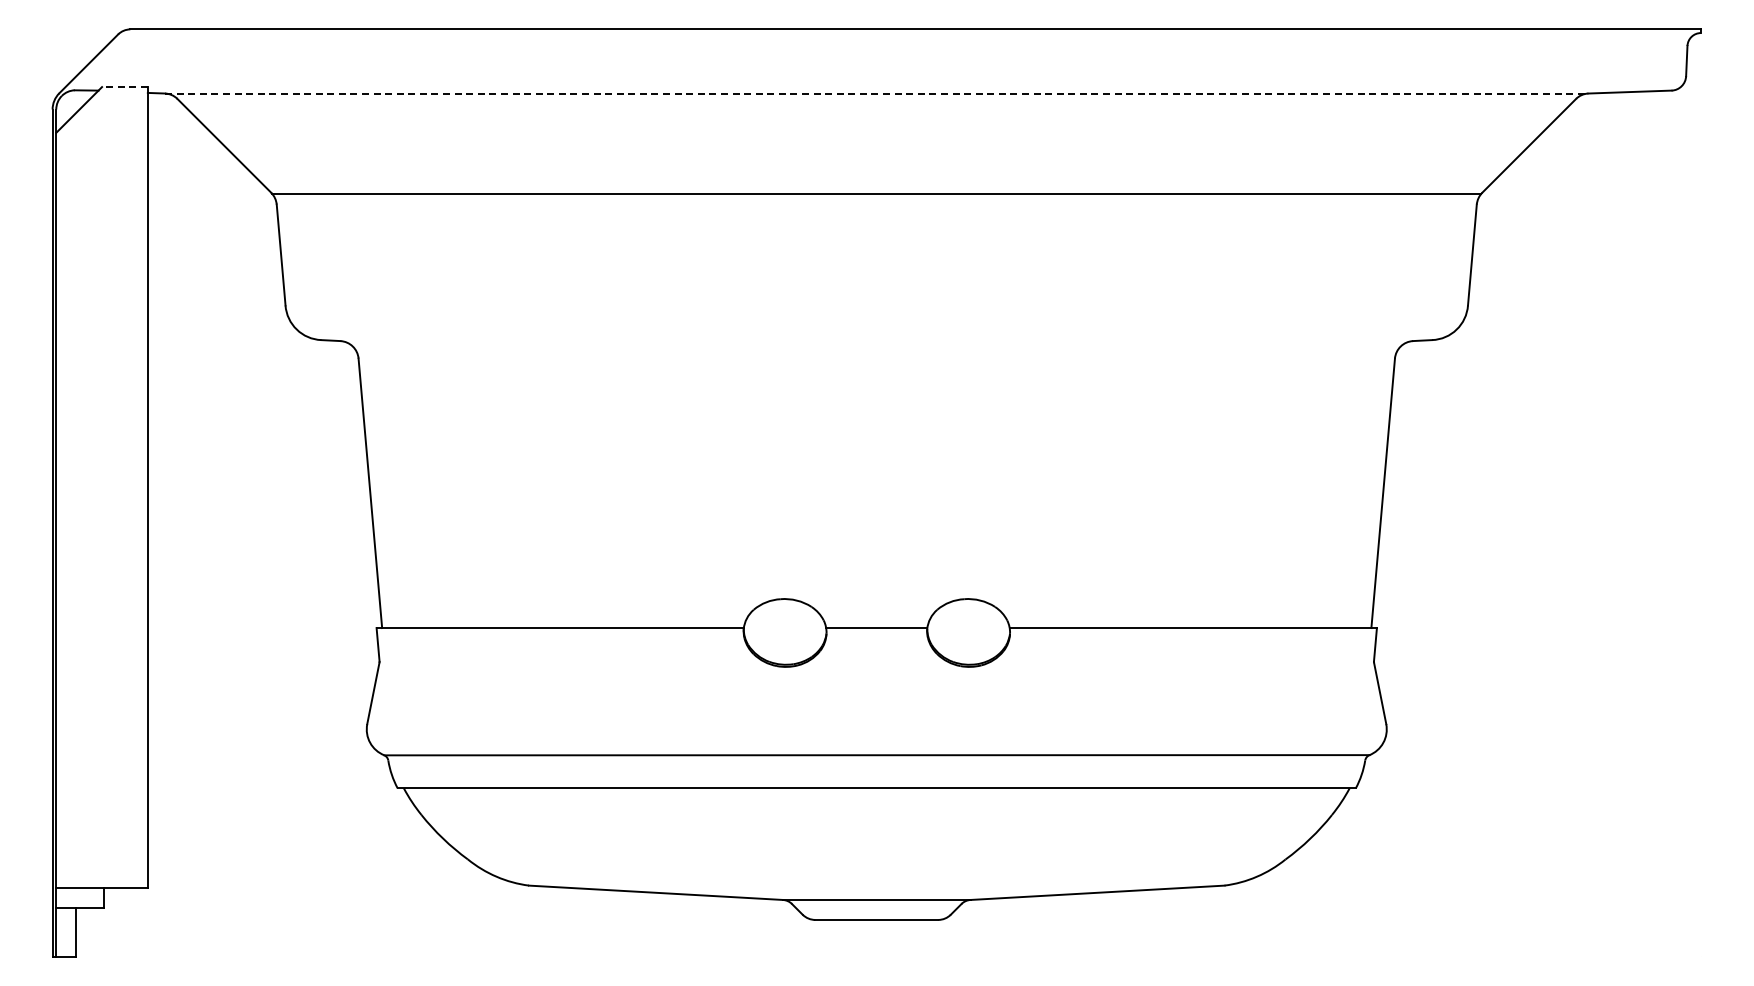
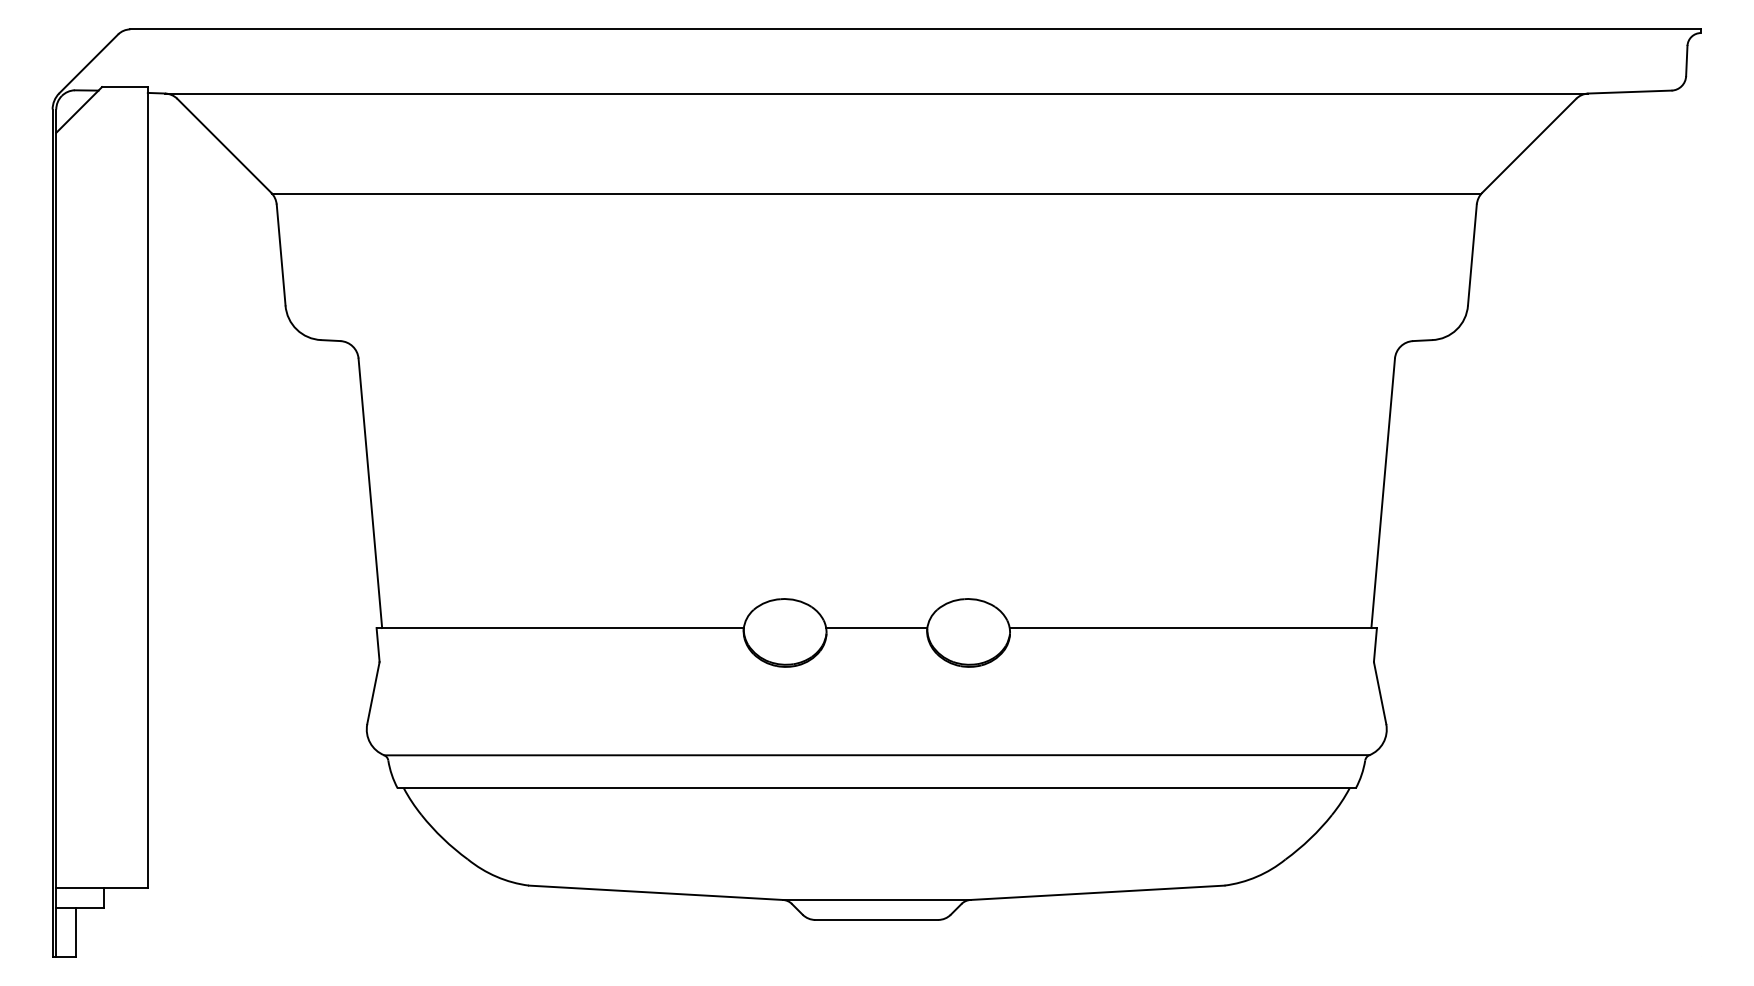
line at (124, 87): dashed -> solid
line at (876, 93): dashed -> solid
